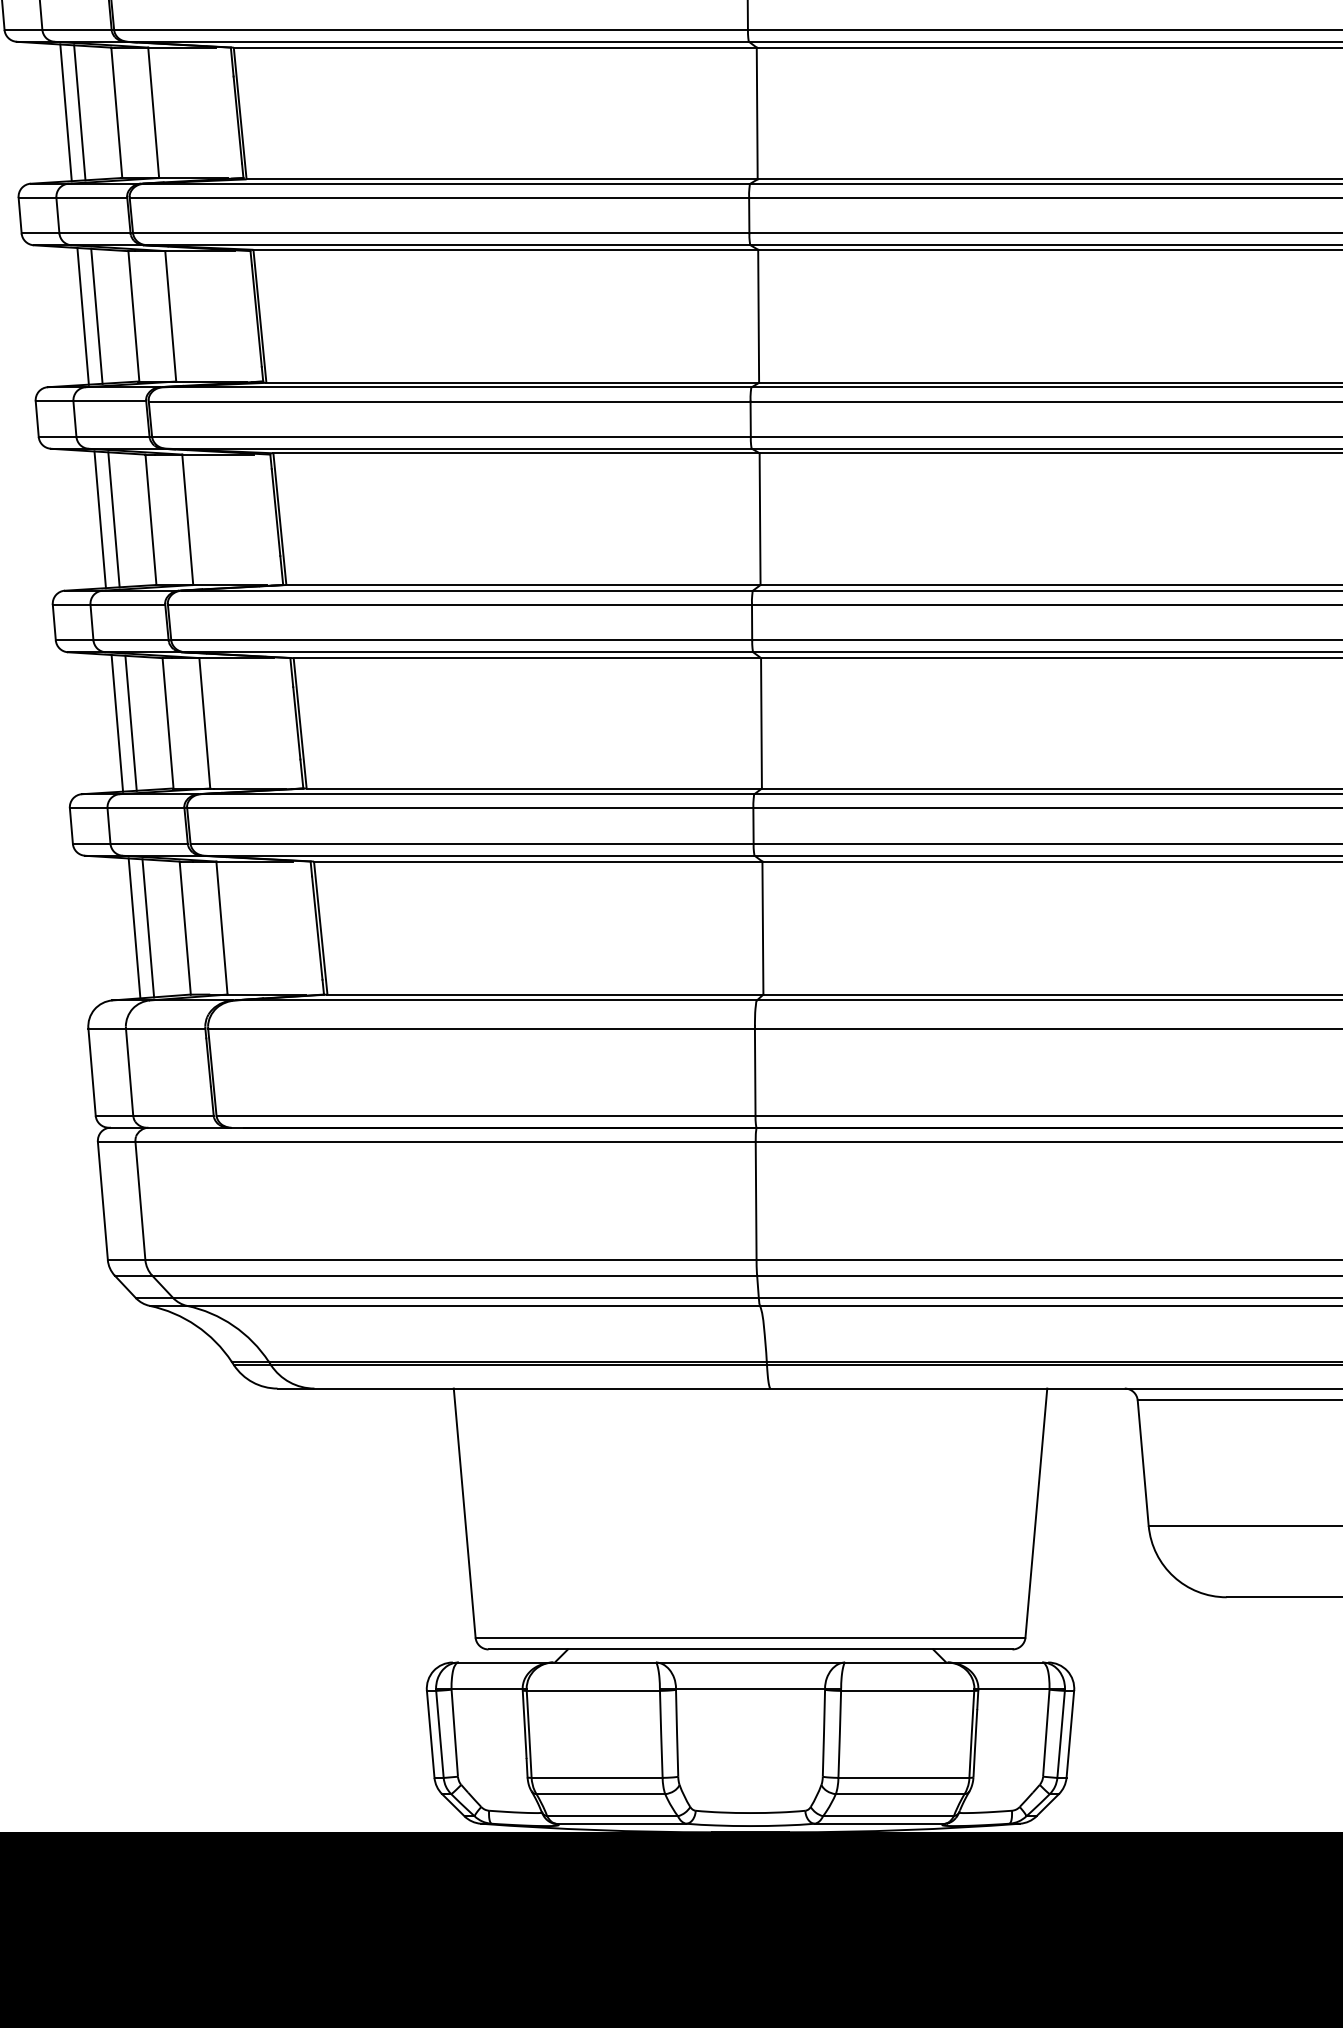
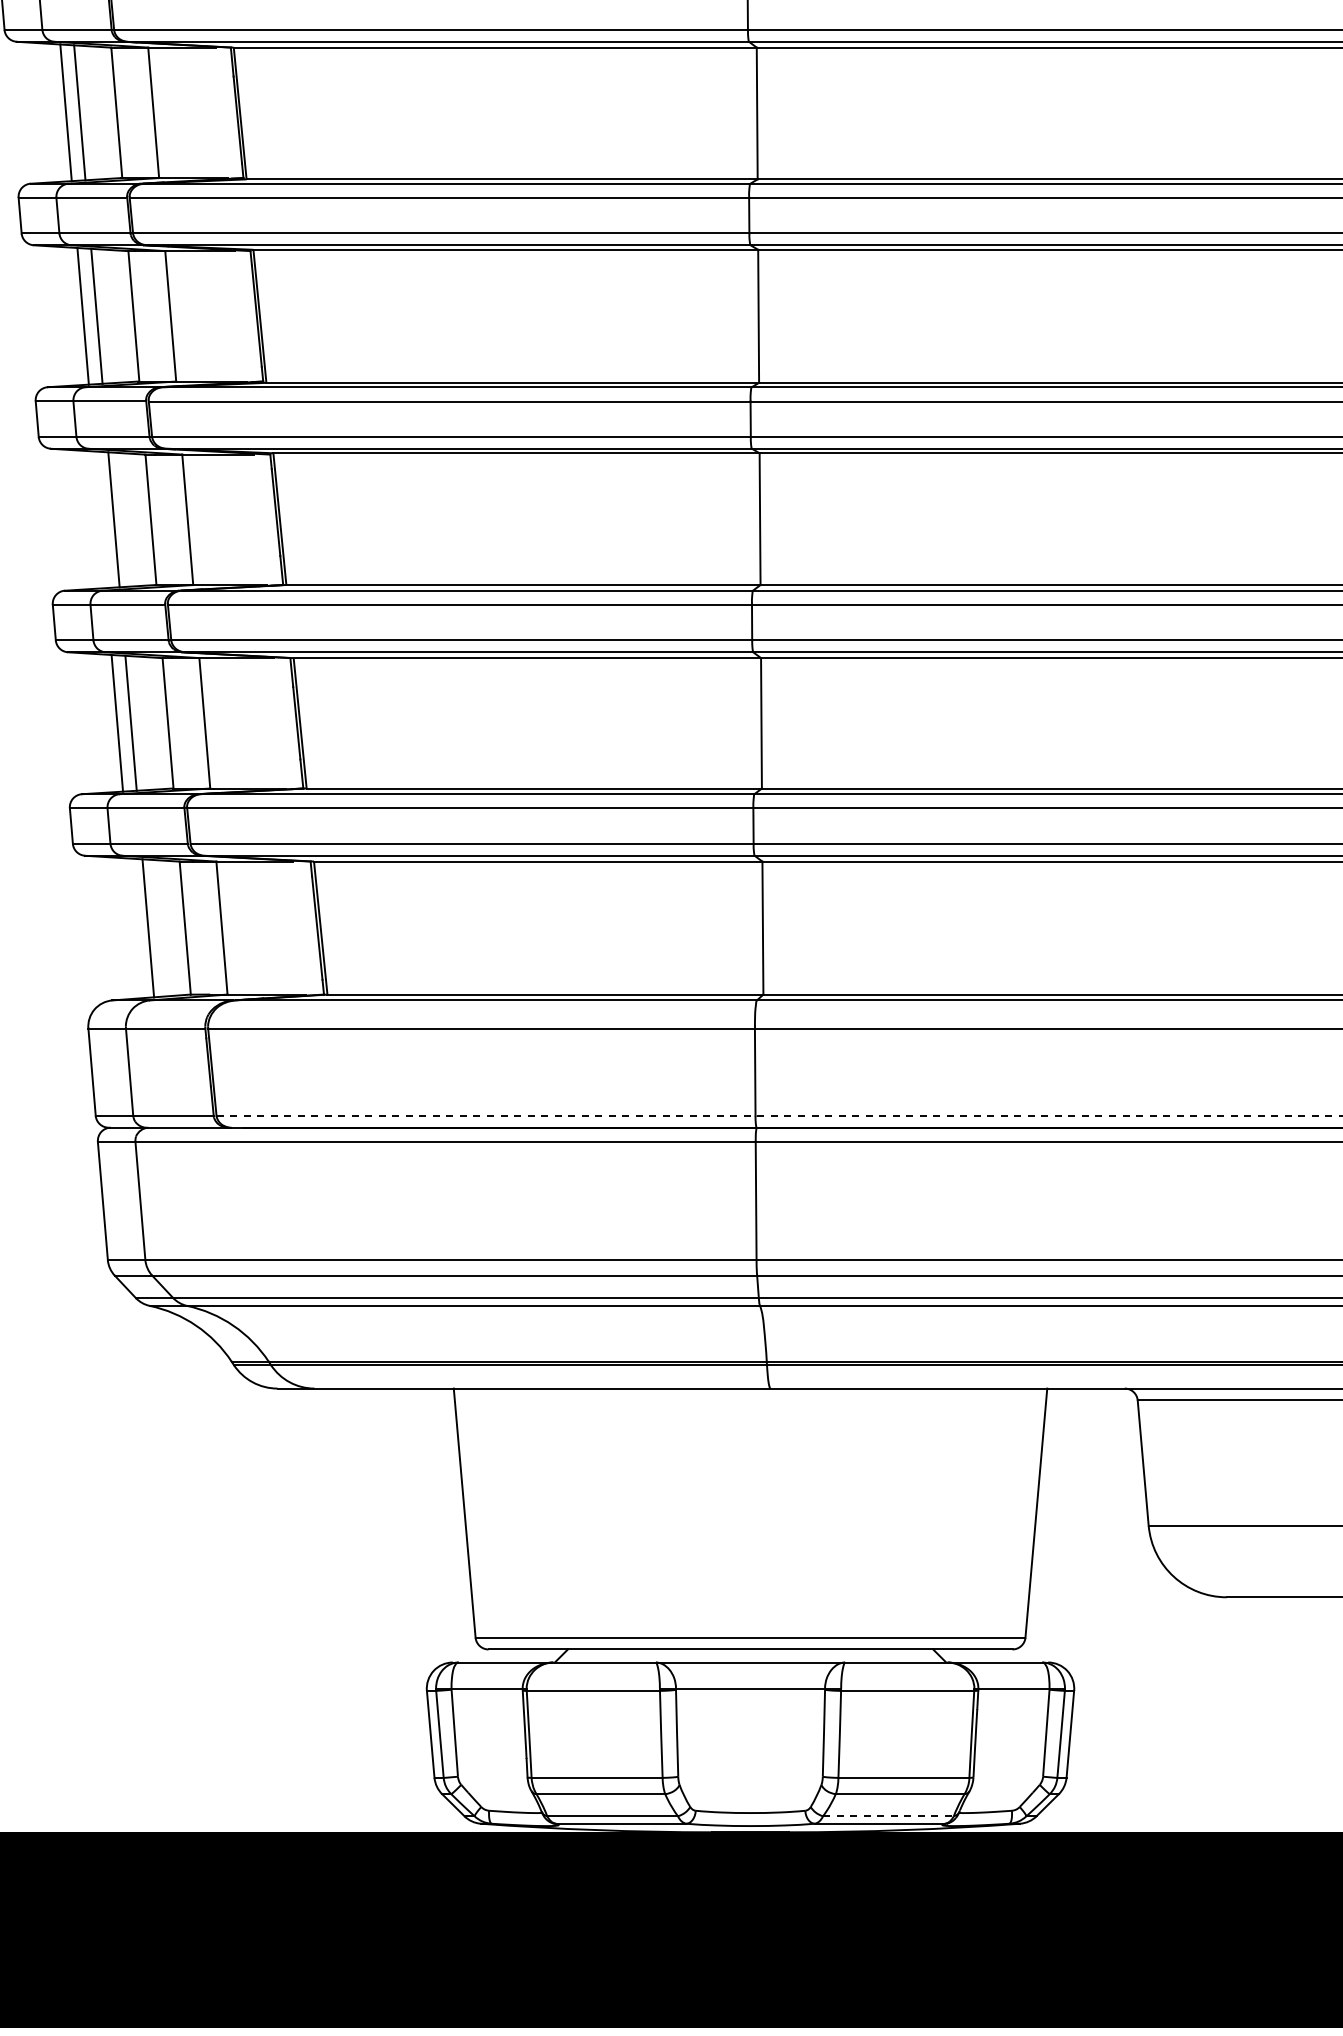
line at (99, 519): present -> none
line at (134, 928): present -> none
line at (779, 1115): solid -> dashed
line at (888, 1816): solid -> dashed
